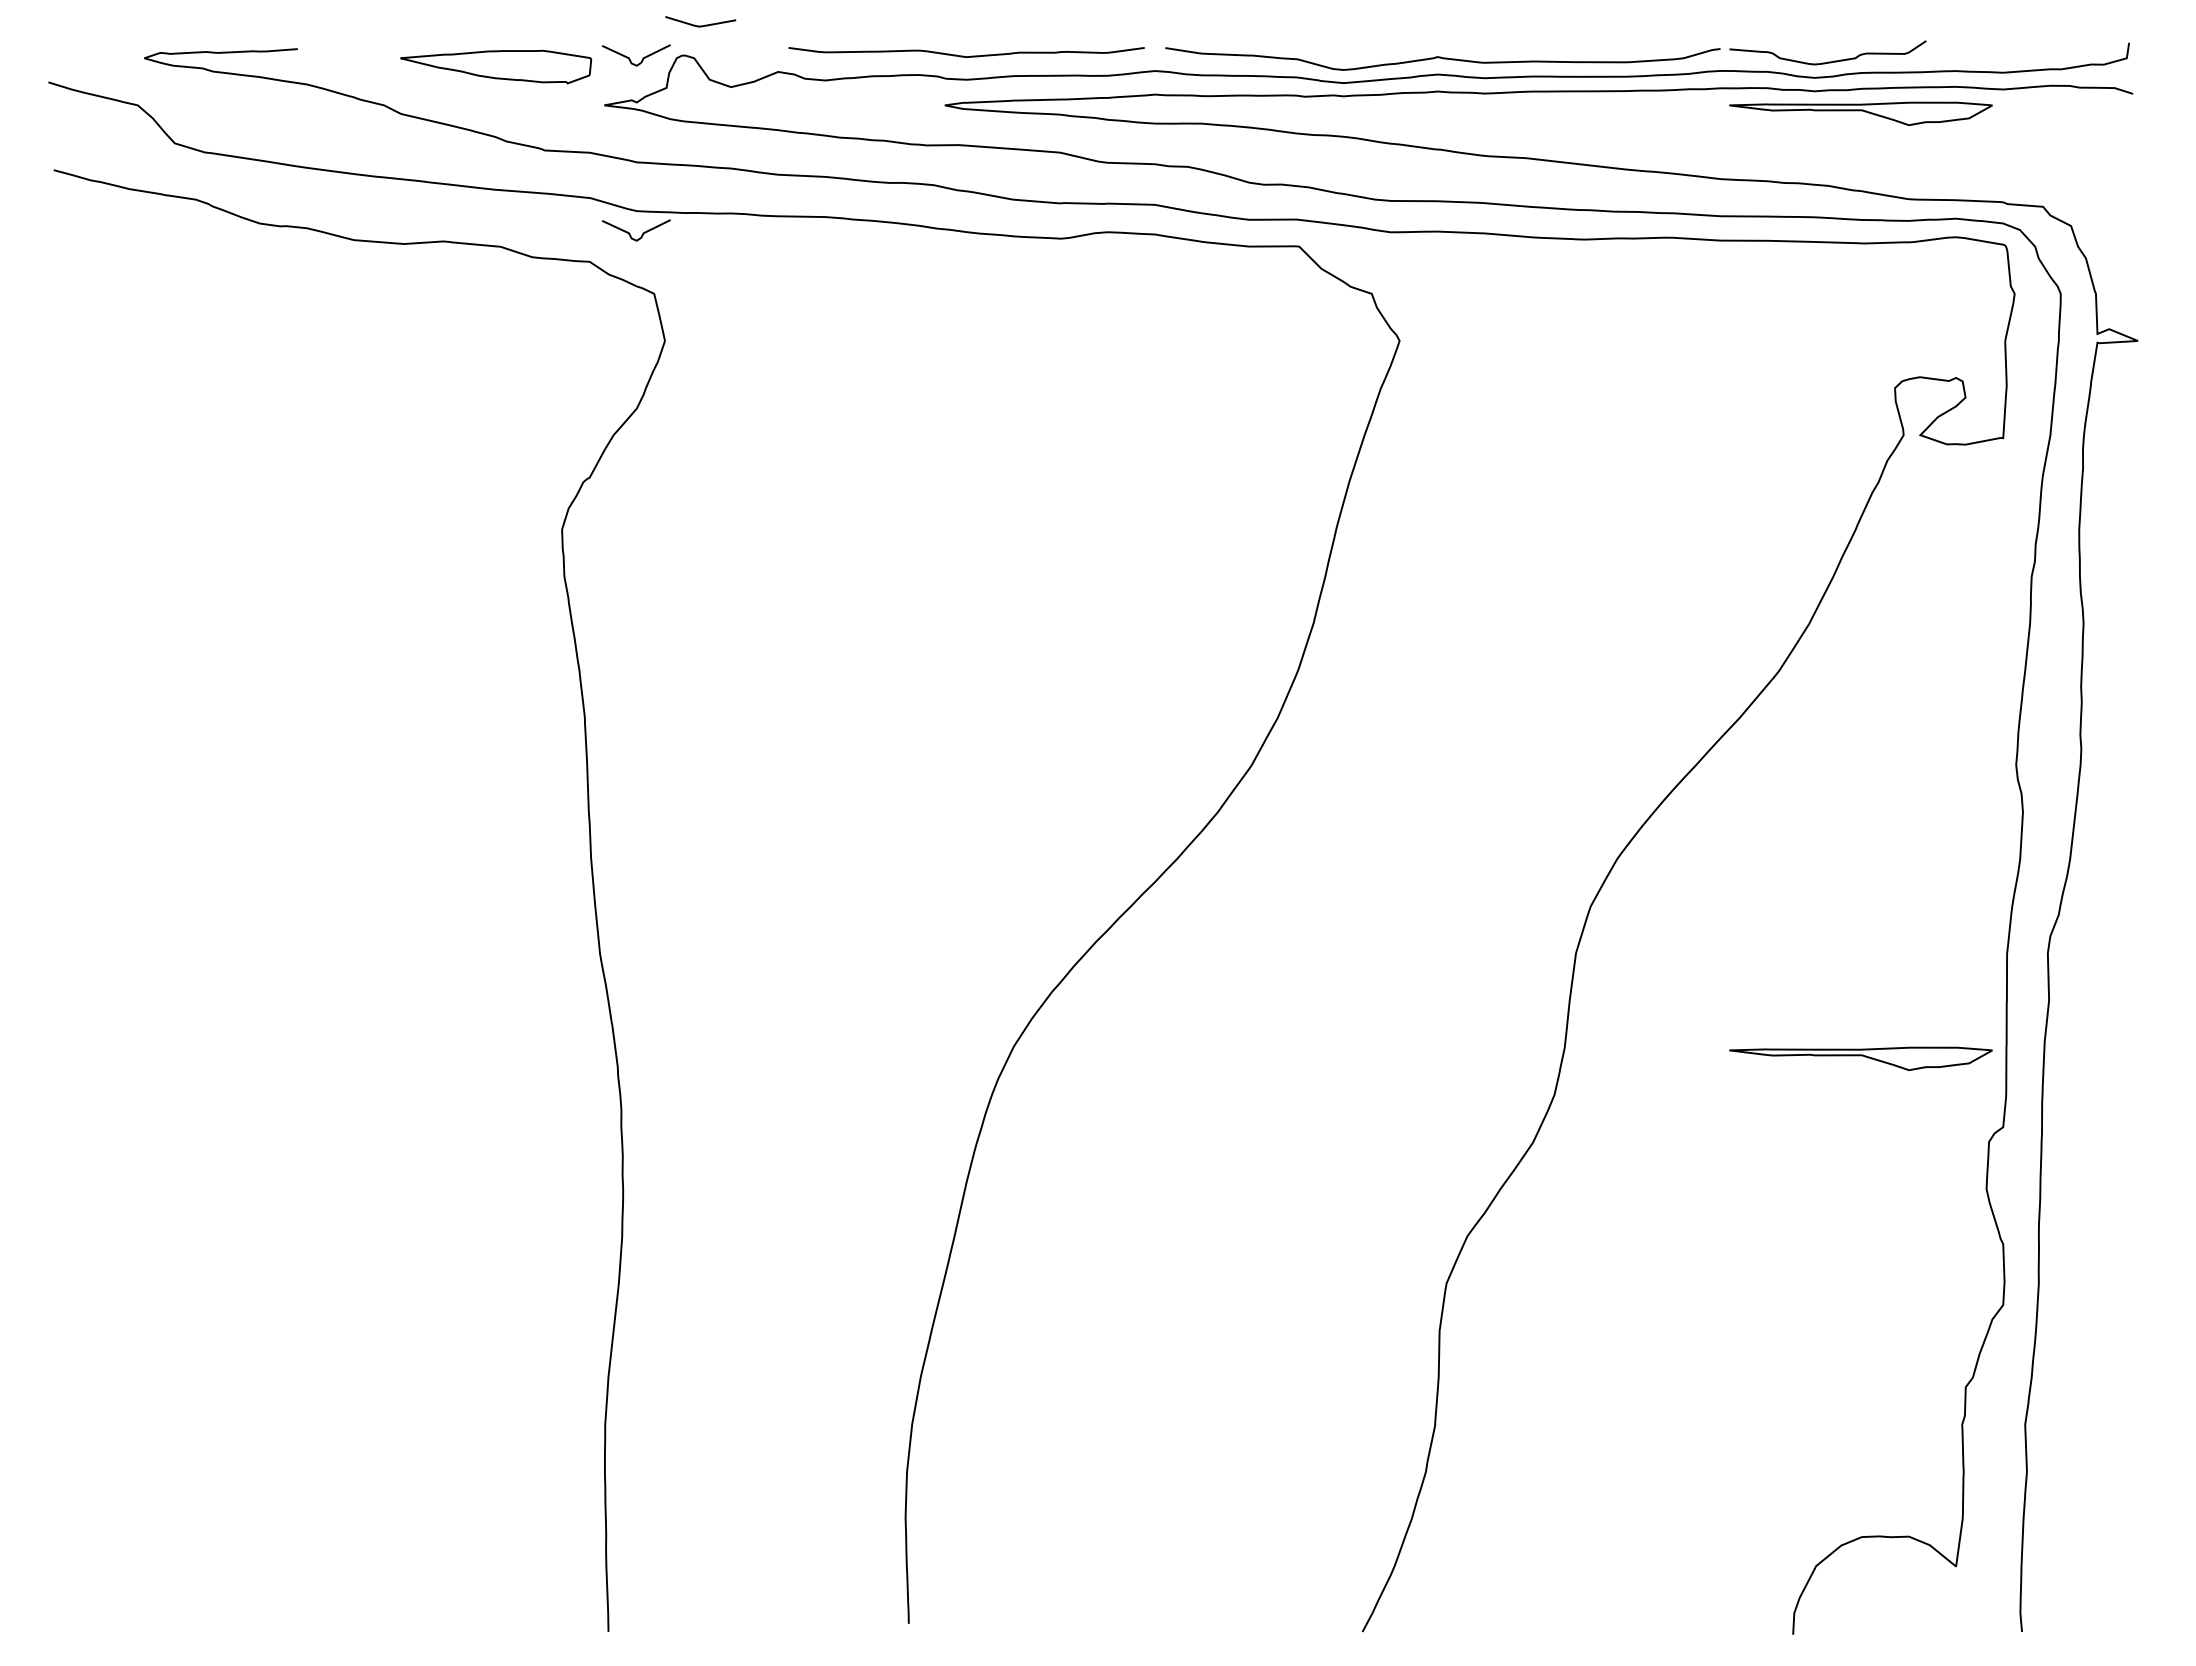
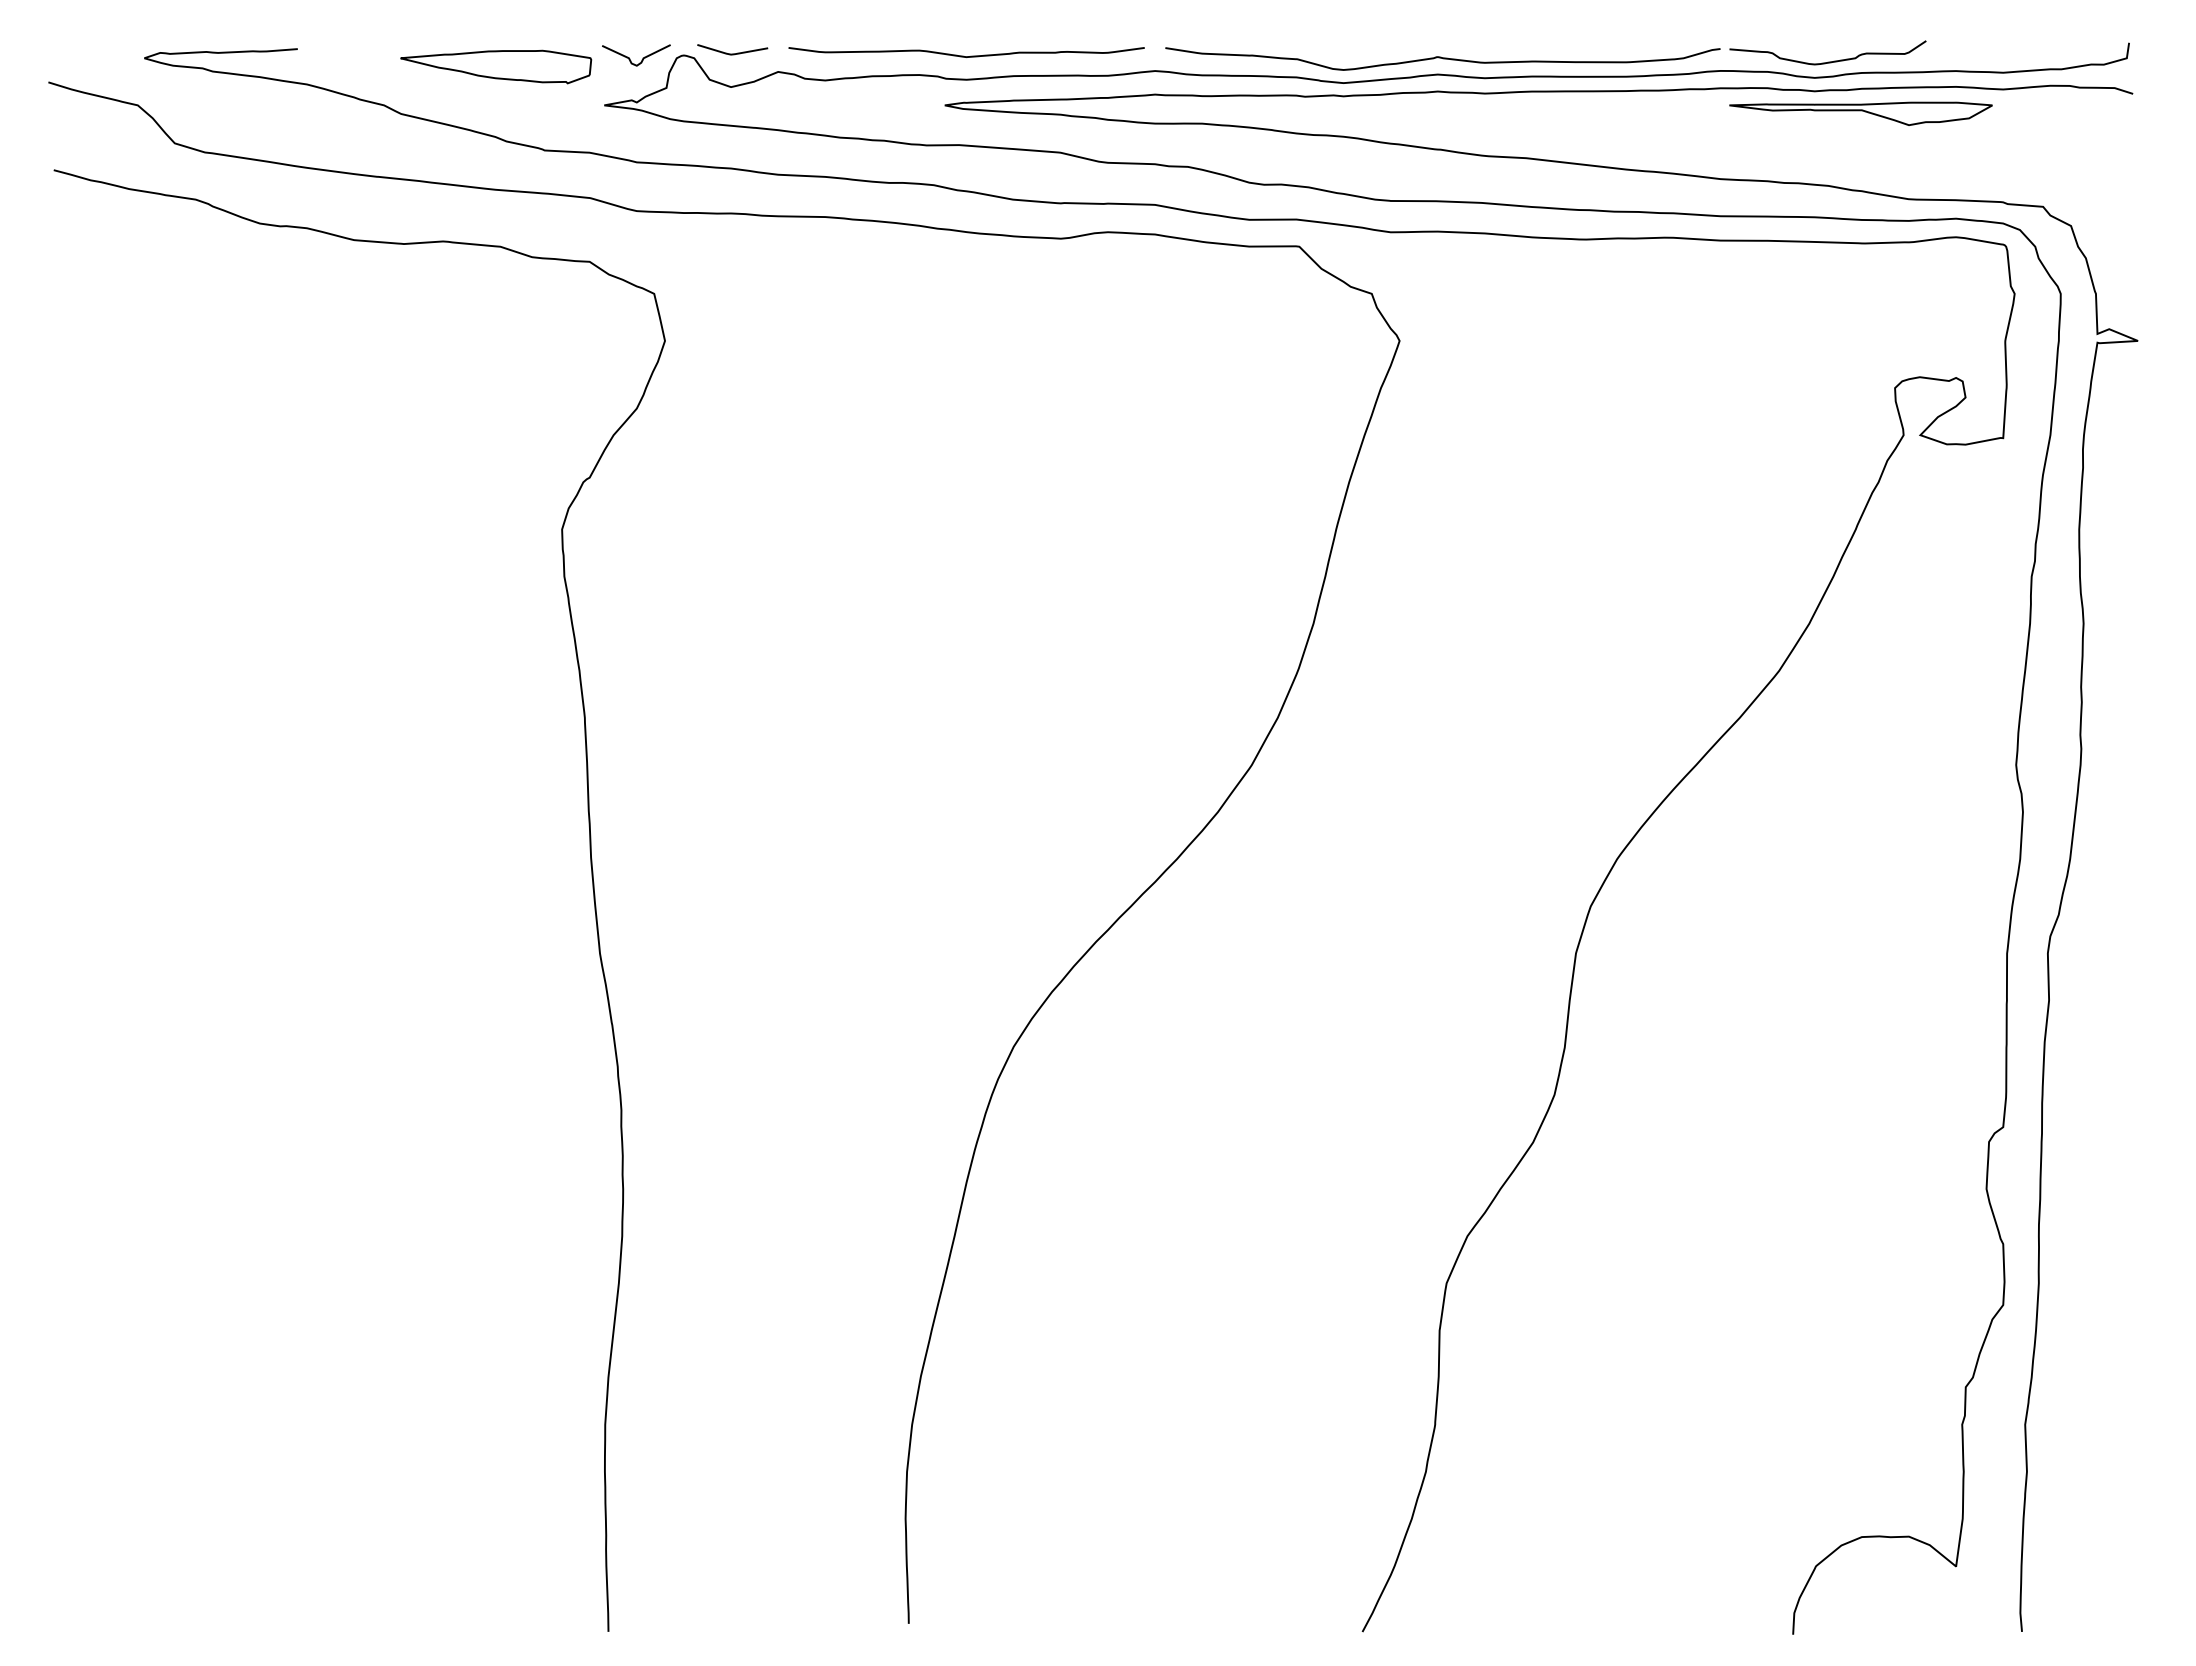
line at (700, 25) position: (700, 25) -> (732, 53)
curve at (630, 233): present -> none
part at (1860, 1058): present -> none
